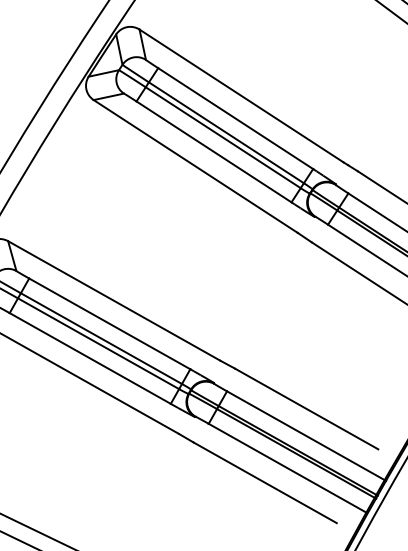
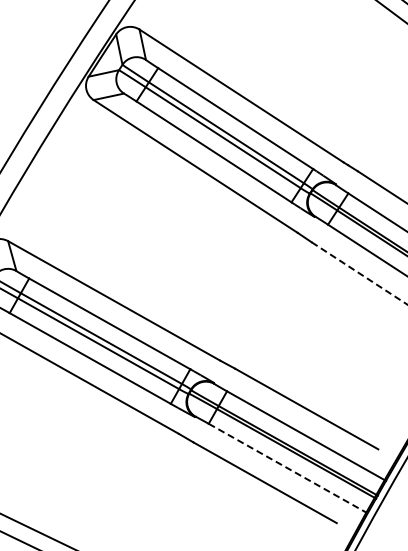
line at (360, 273): solid -> dashed
line at (287, 468): solid -> dashed
